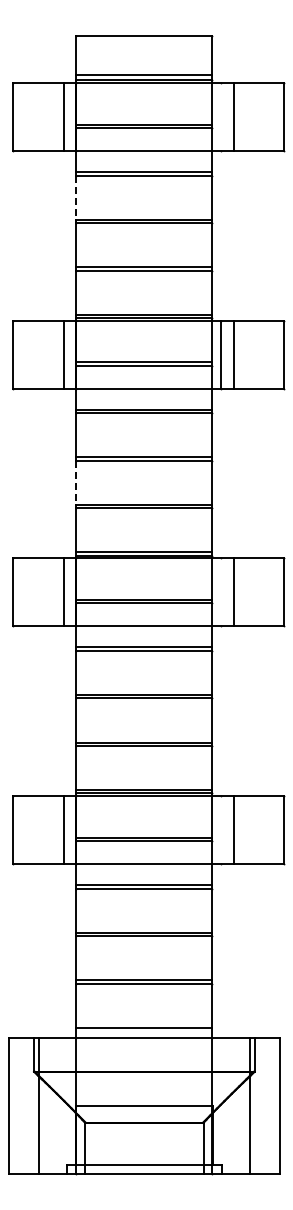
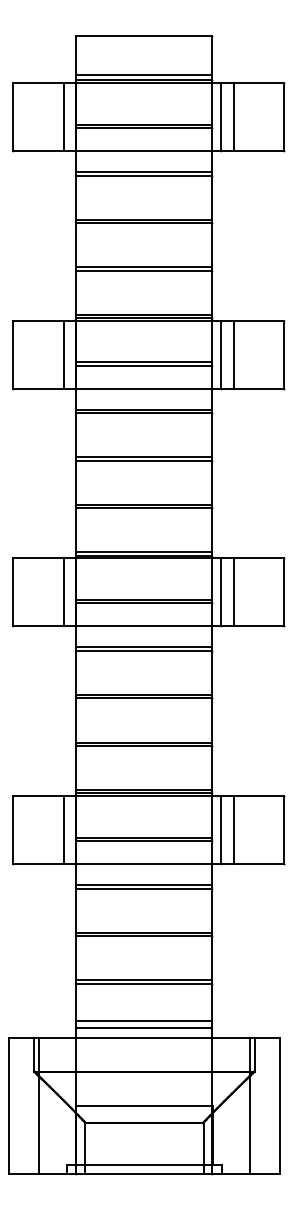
line at (220, 116): none -> present
line at (76, 198): dashed -> solid
line at (76, 483): dashed -> solid
line at (220, 592): none -> present
line at (220, 829): none -> present
line at (144, 1020): none -> present
